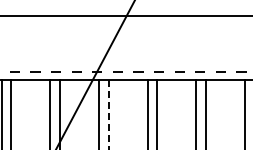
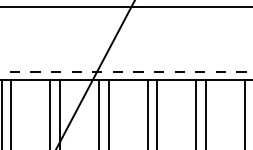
line at (125, 15) position: (125, 15) -> (125, 6)
line at (108, 114): dashed -> solid
